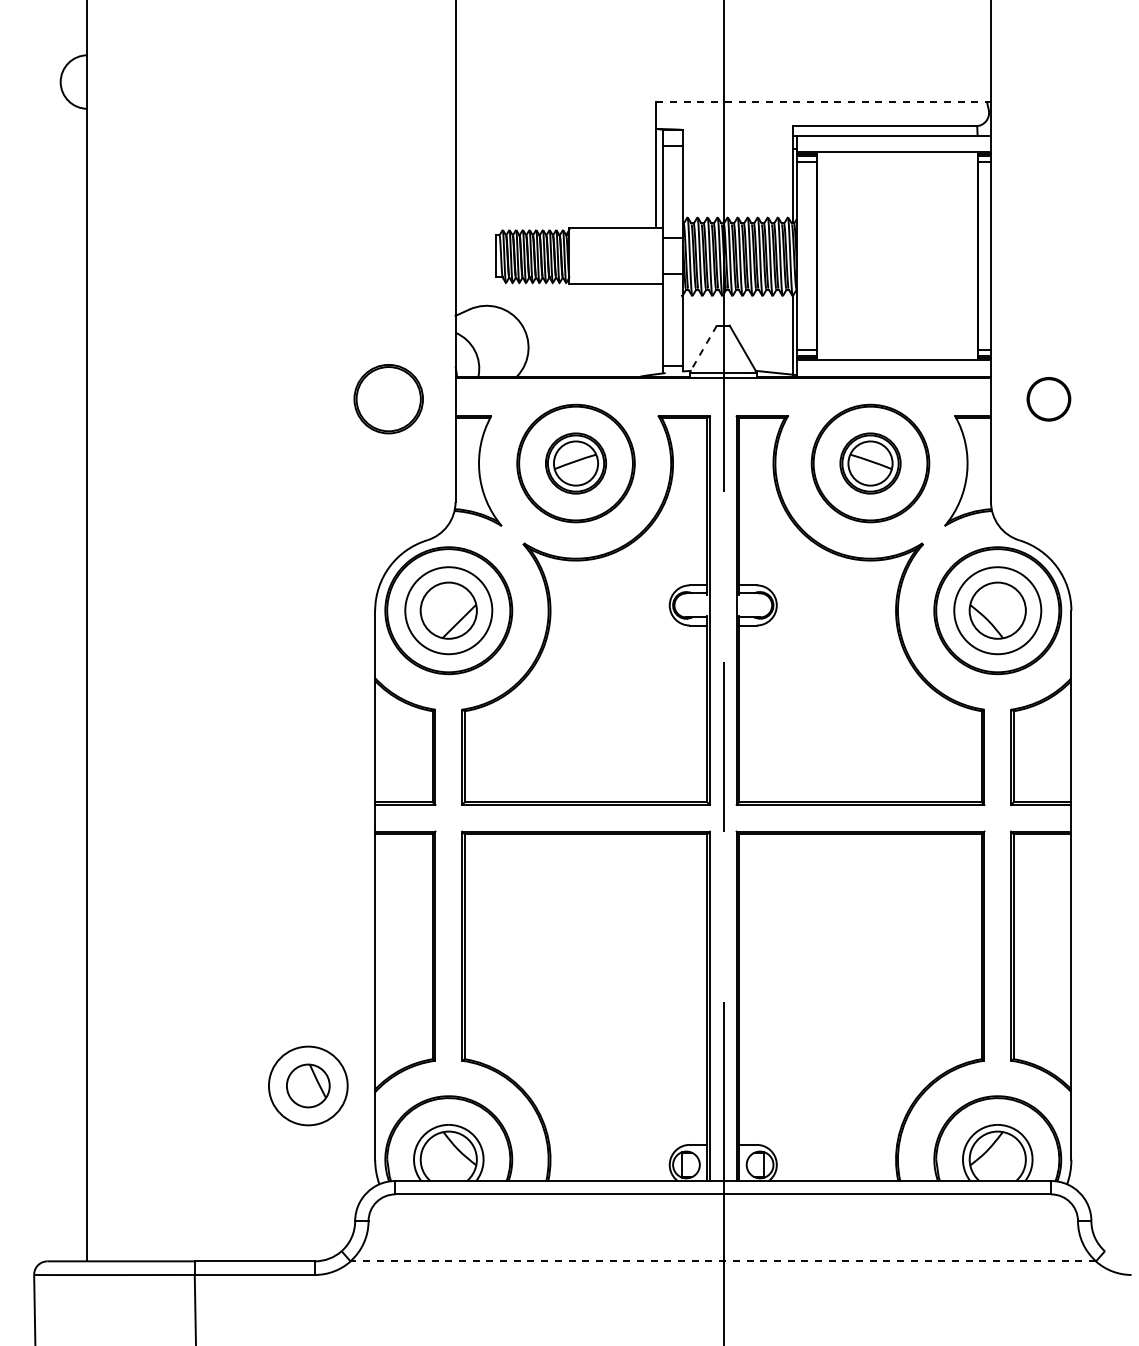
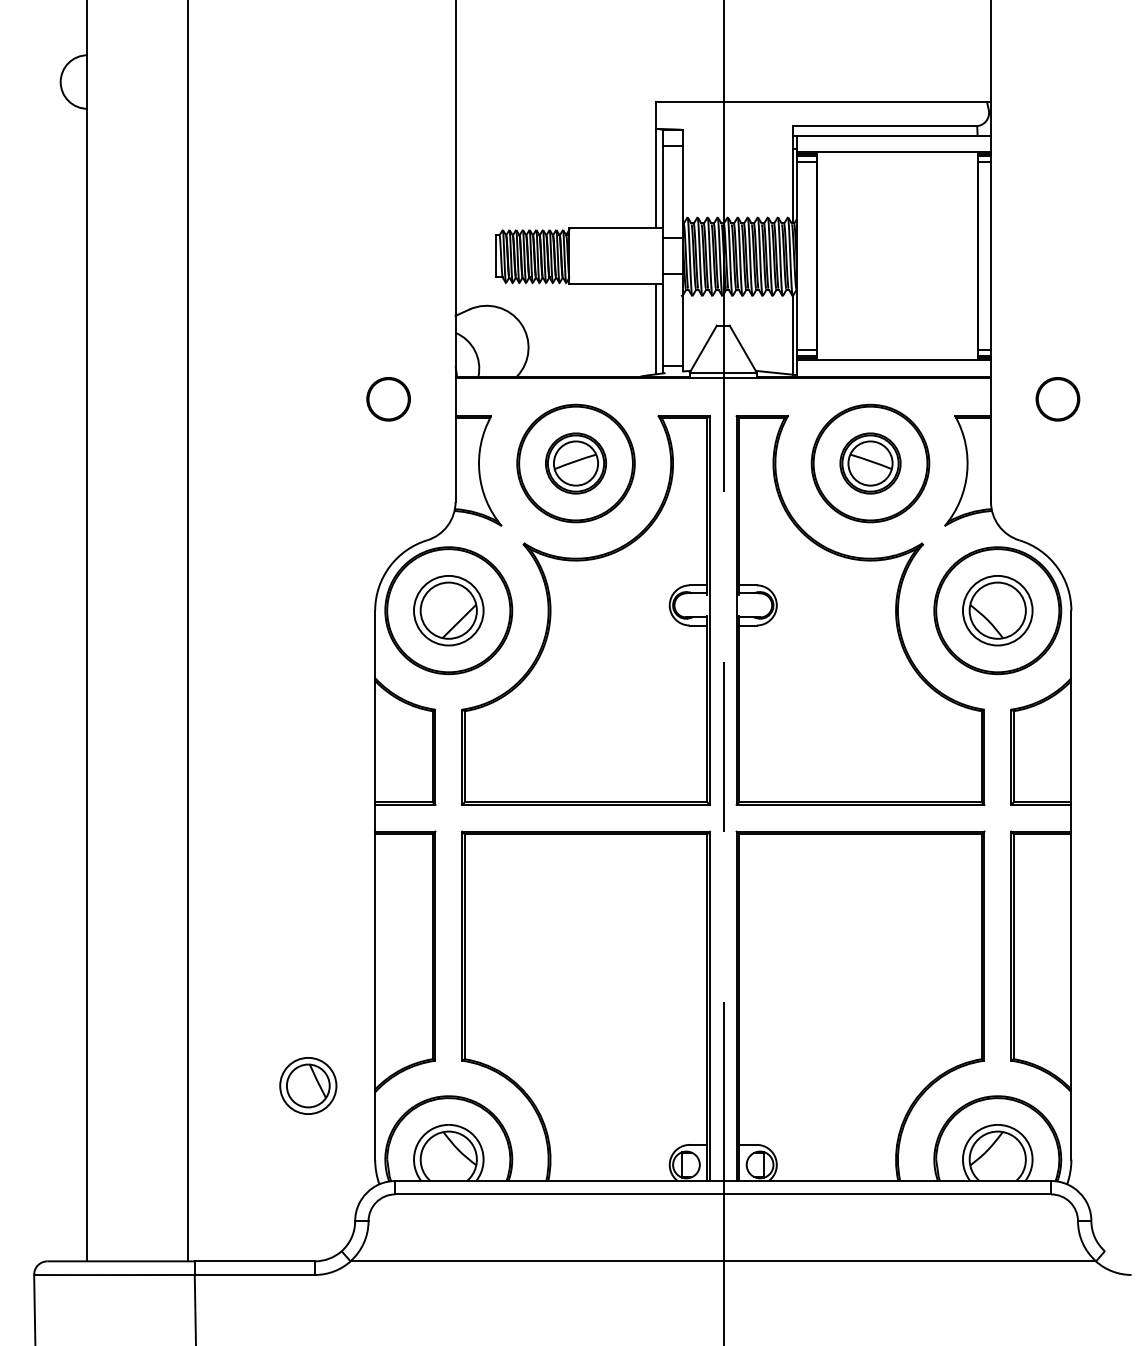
line at (824, 102): dashed -> solid
line at (656, 329): none -> present
line at (703, 349): dashed -> solid
circle at (388, 399) size: 71x71 px -> 45x45 px
part at (1048, 399) position: (1048, 399) -> (1057, 399)
circle at (448, 610) diameter: 87 px -> 70 px
circle at (997, 610) diameter: 87 px -> 70 px
line at (187, 631): none -> present
circle at (307, 1085) diameter: 79 px -> 56 px
line at (723, 1261): dashed -> solid
